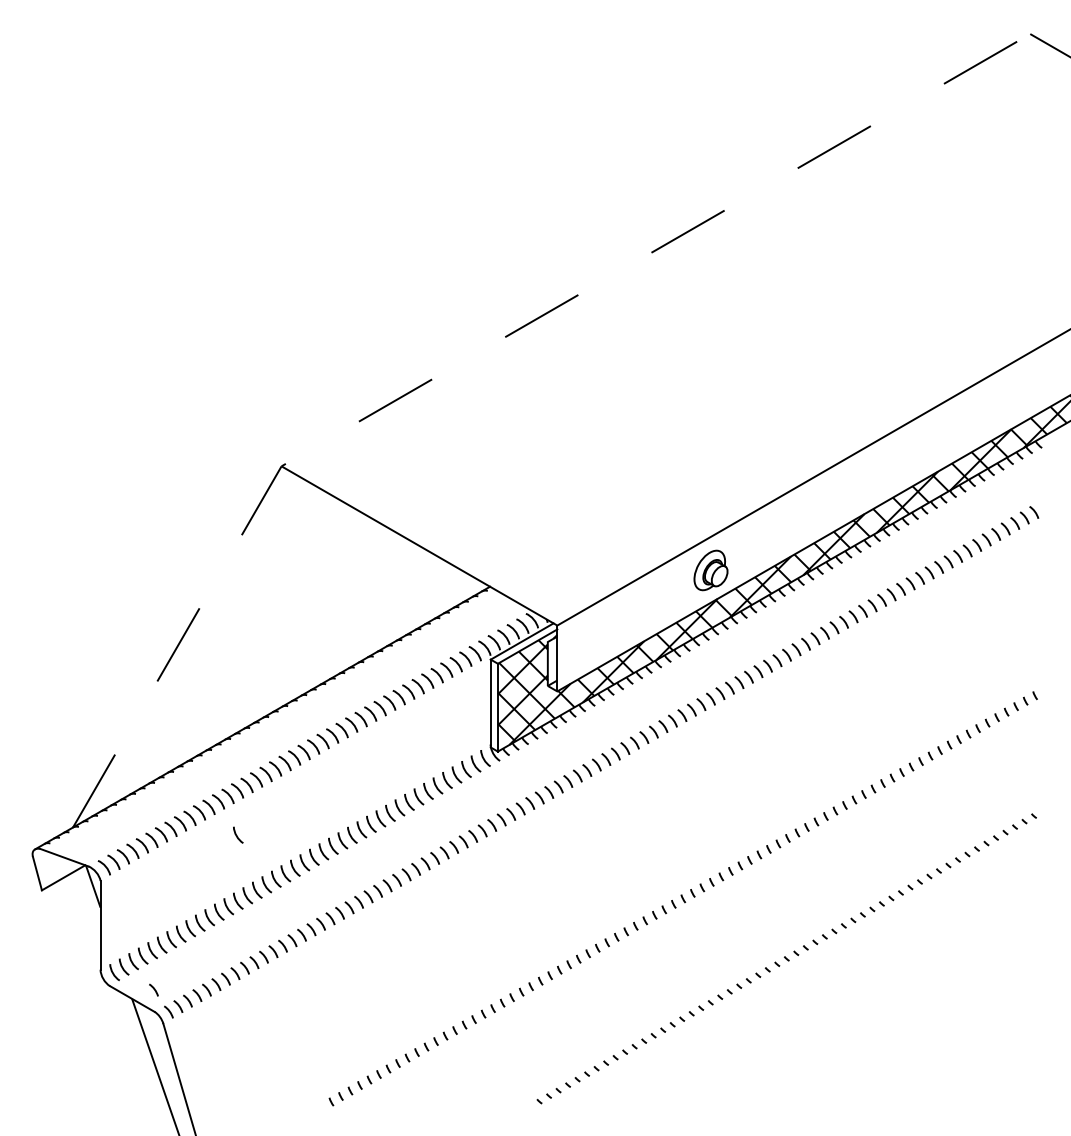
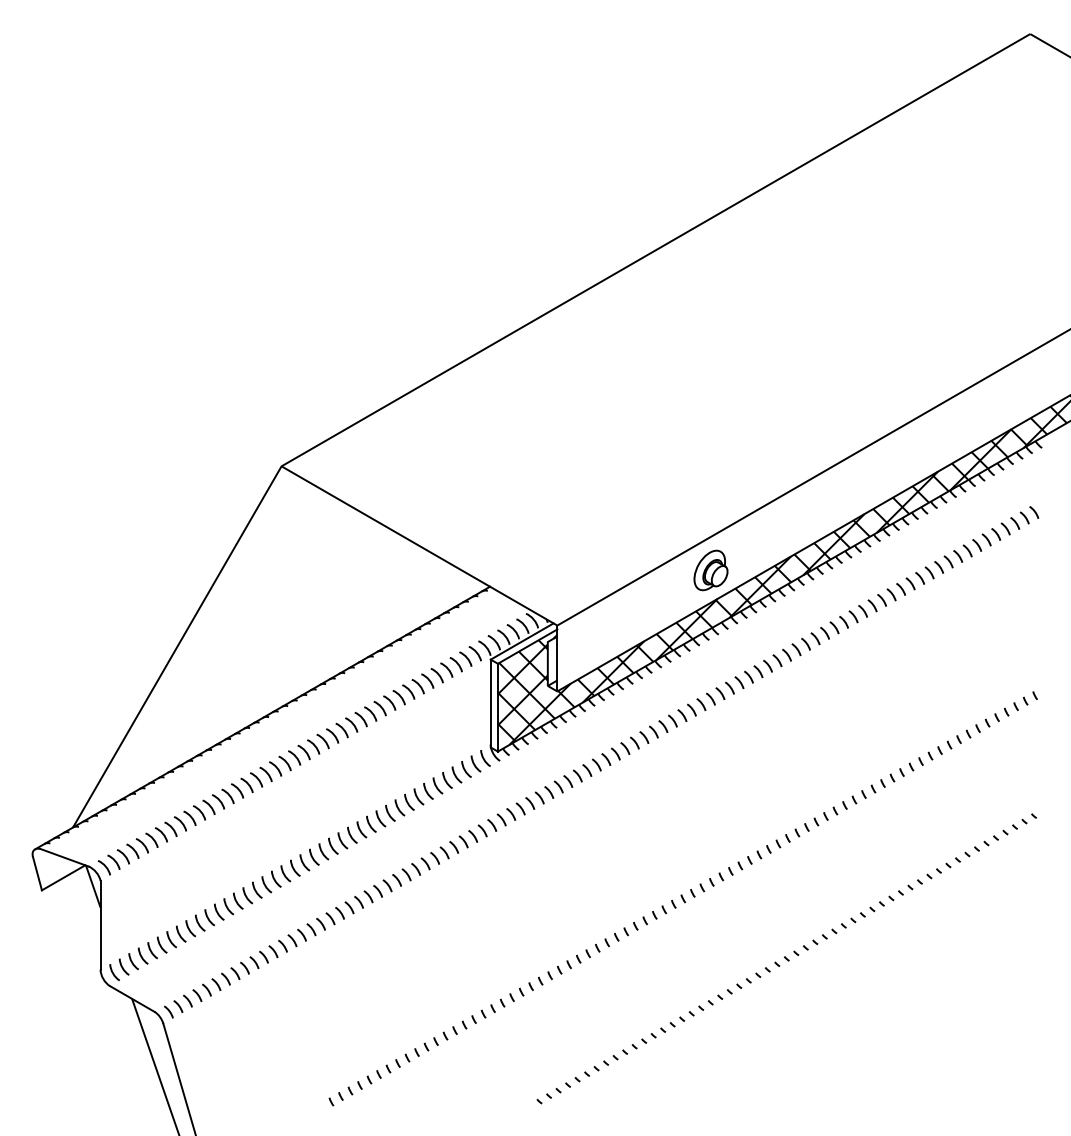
line at (474, 354): dashed -> solid
curve at (237, 835): present -> none
curve at (153, 989): present -> none
